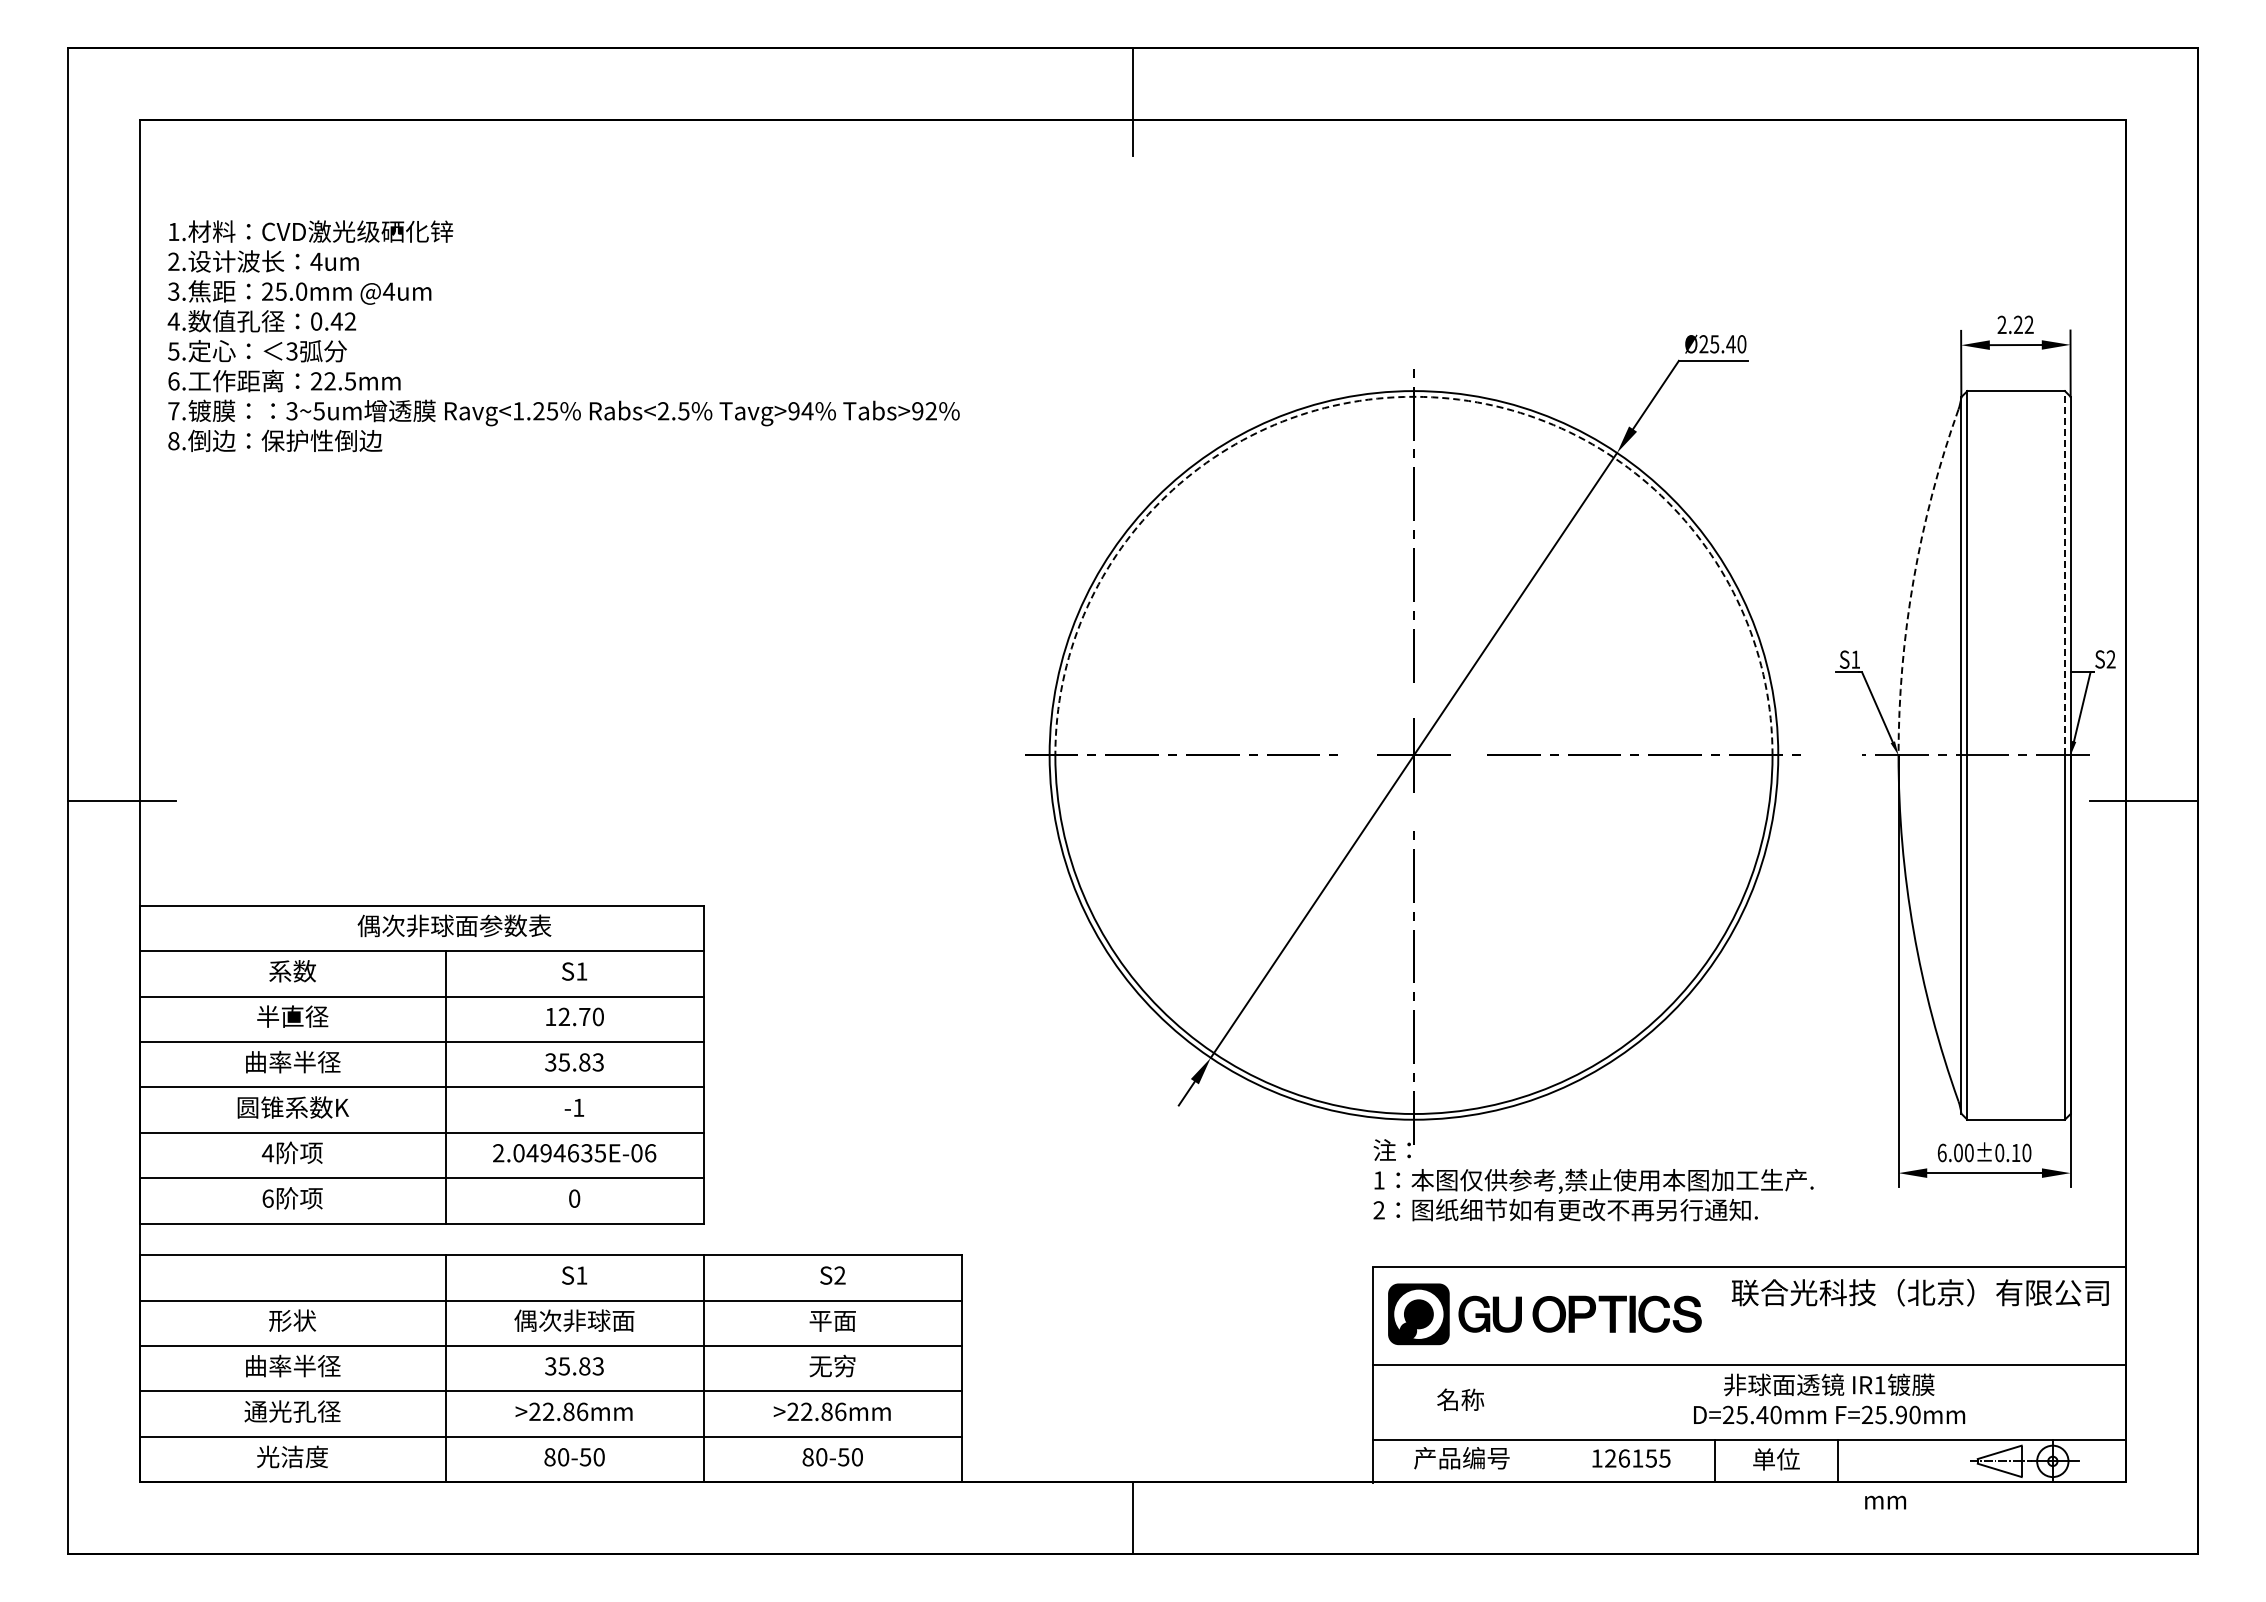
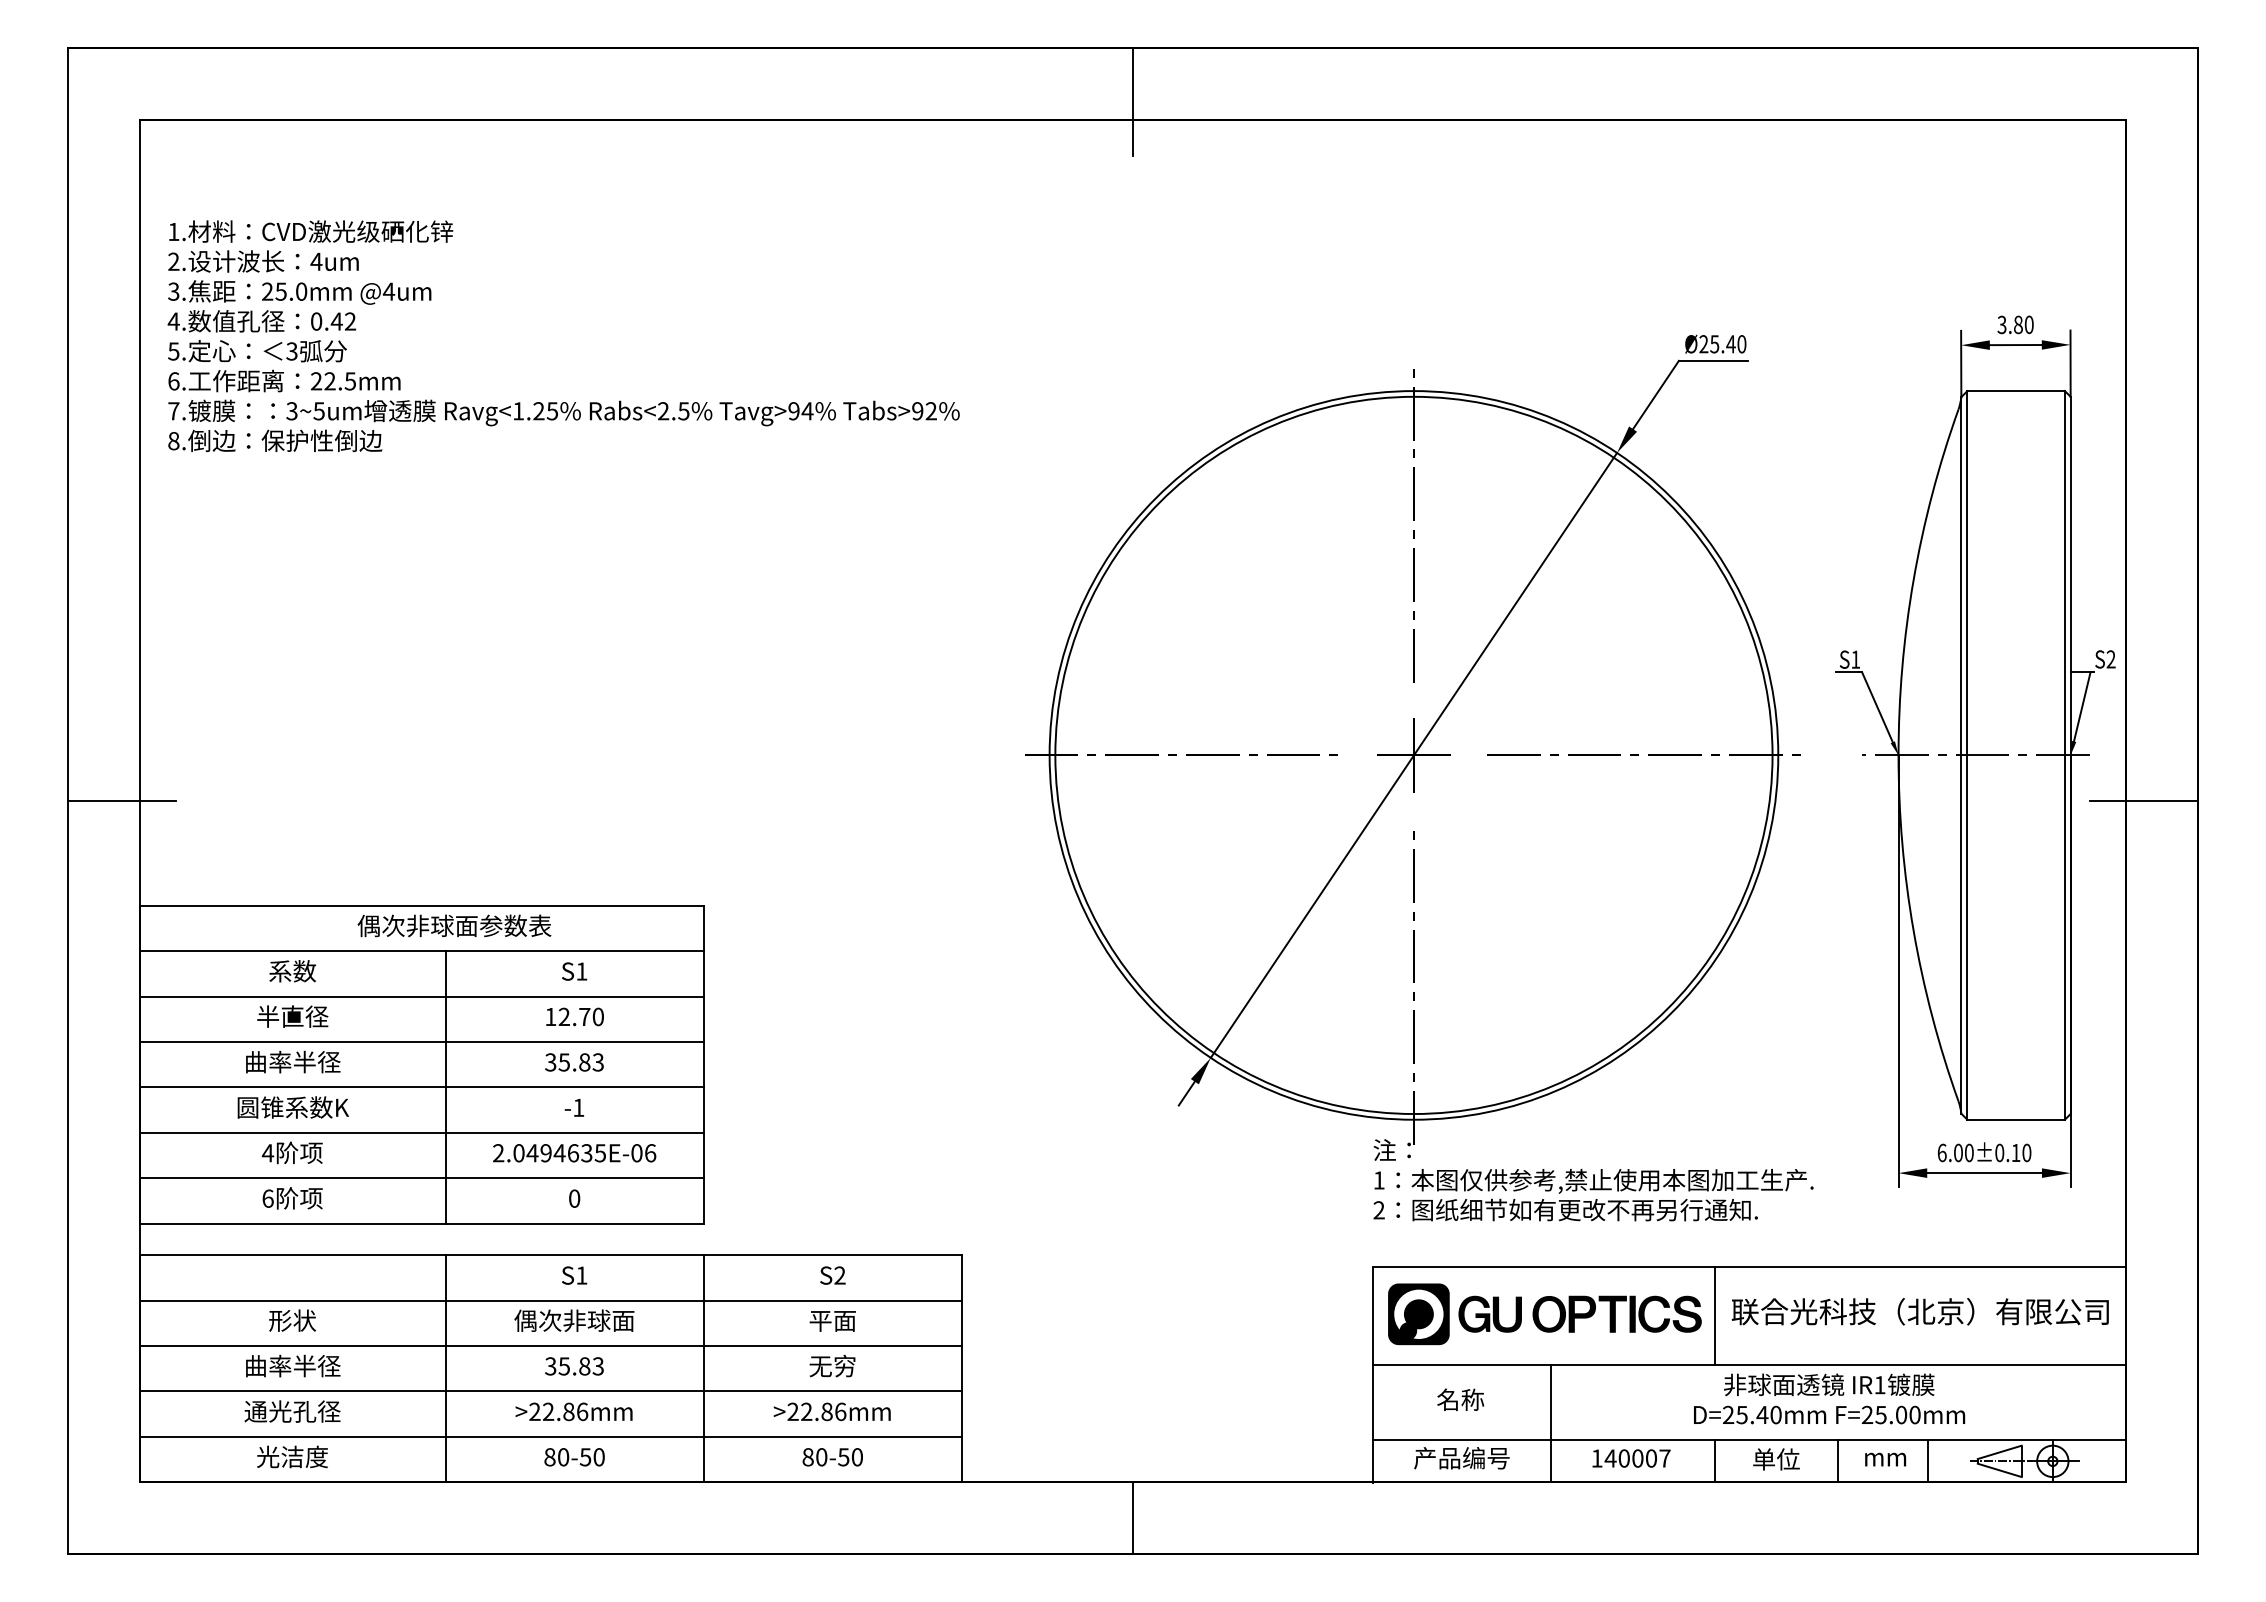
text at (2015, 324): 2.22 -> 3.80
arc at (1413, 396): dashed -> solid
line at (2064, 572): dashed -> solid
arc at (1913, 579): dashed -> solid
text at (1919, 1292) position: (1919, 1292) -> (1919, 1311)
line at (1714, 1315): none -> present
text at (1901, 1415): F=25.90mm -> F=25.00mm
line at (1550, 1423): none -> present
text at (1637, 1458): 126155 -> 140007
line at (1927, 1461): none -> present
text at (1885, 1502) position: (1885, 1502) -> (1885, 1459)
